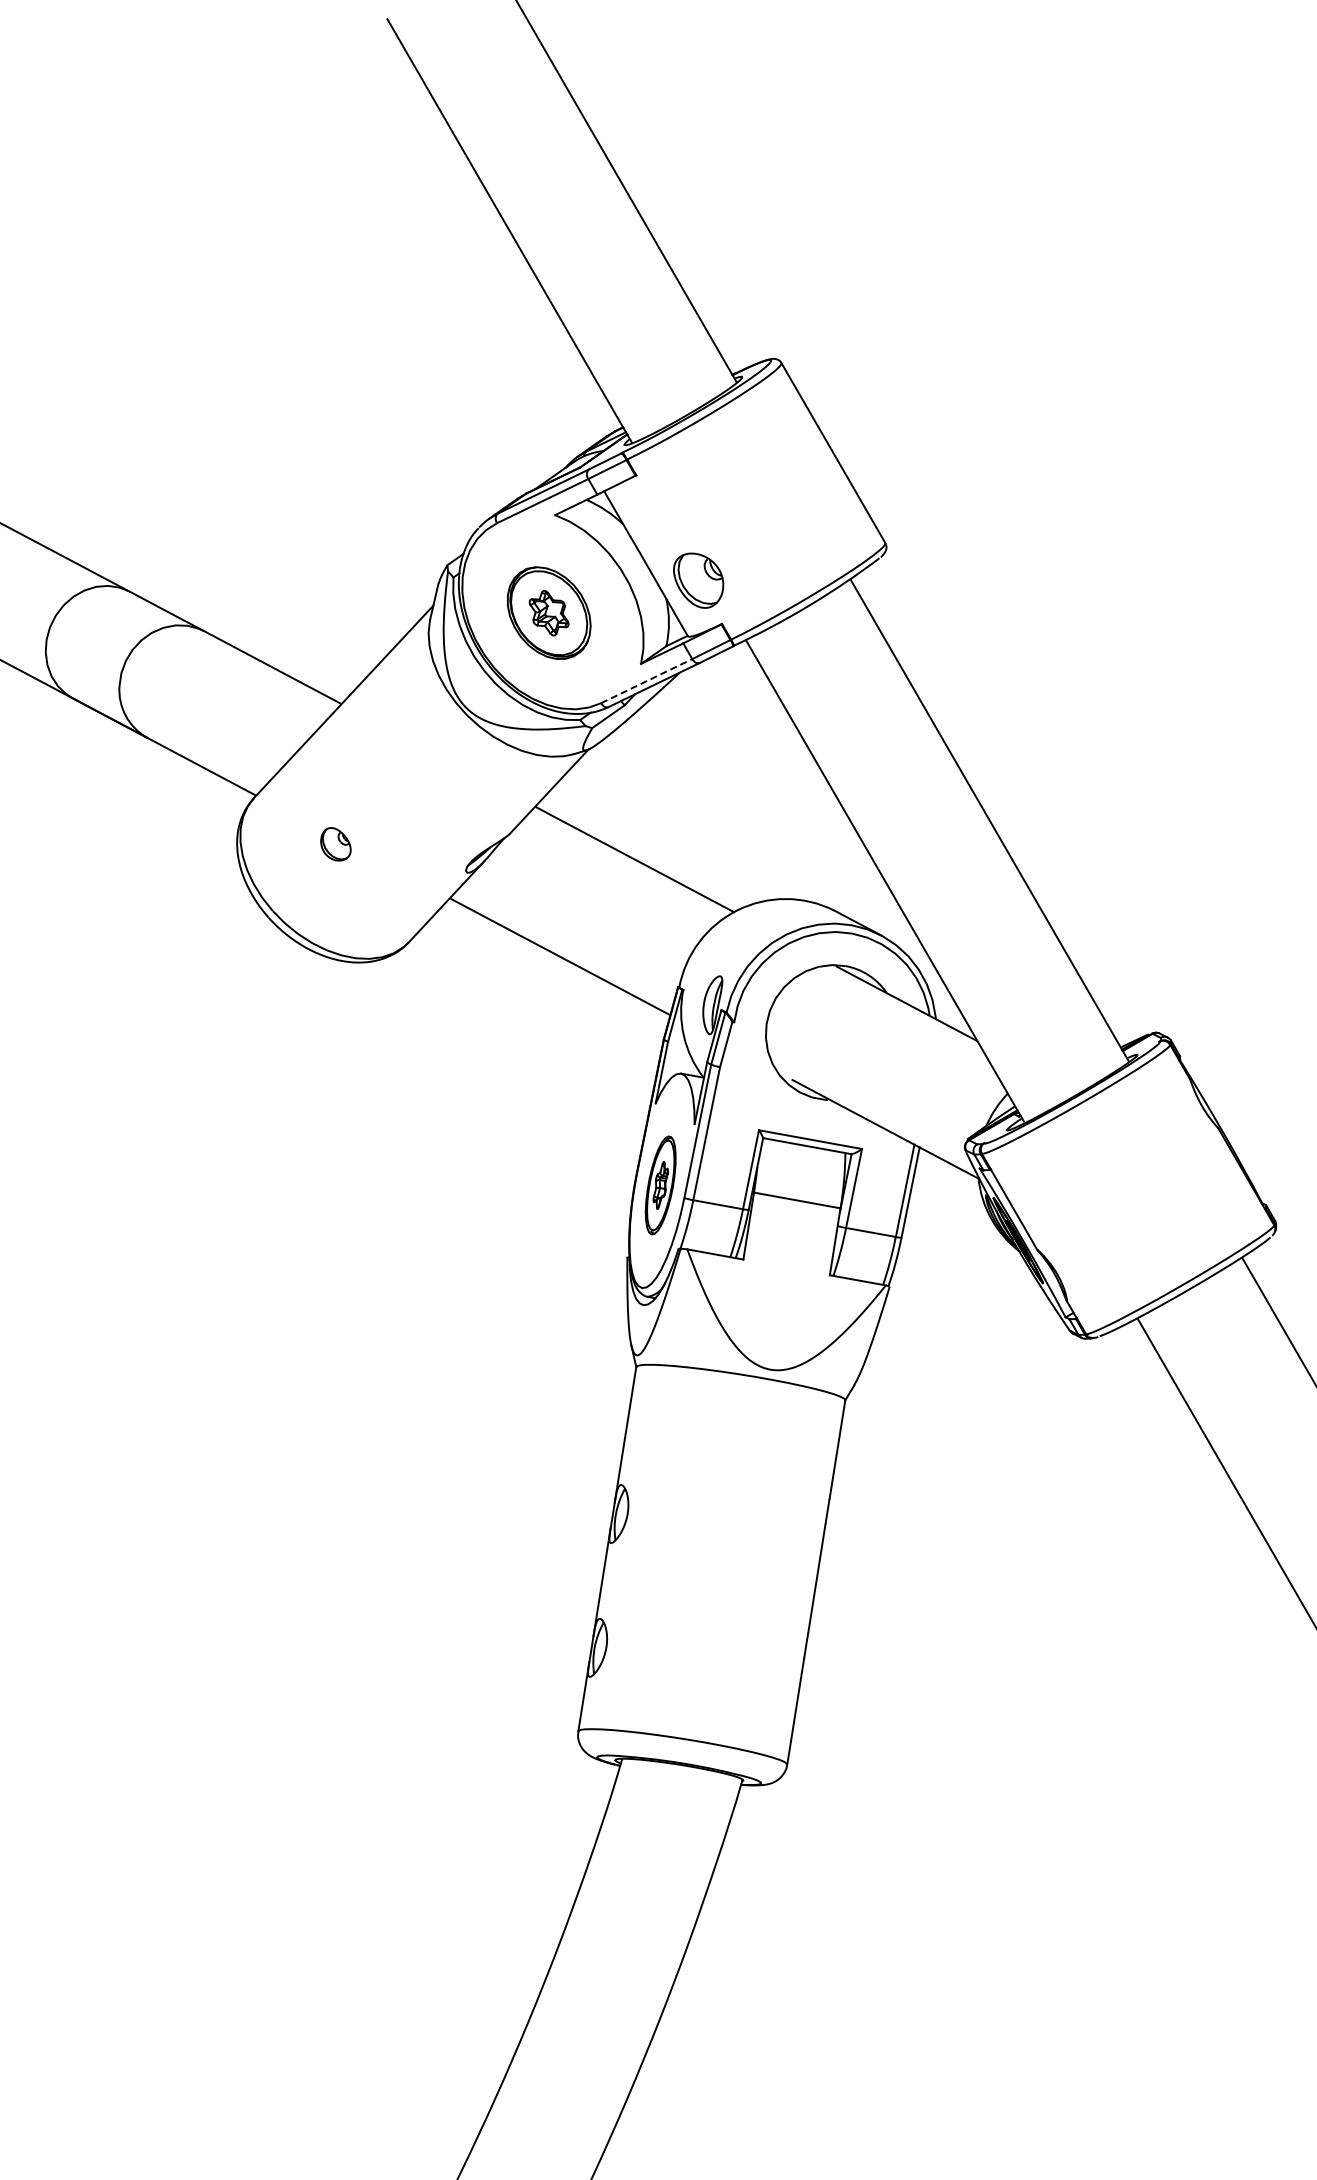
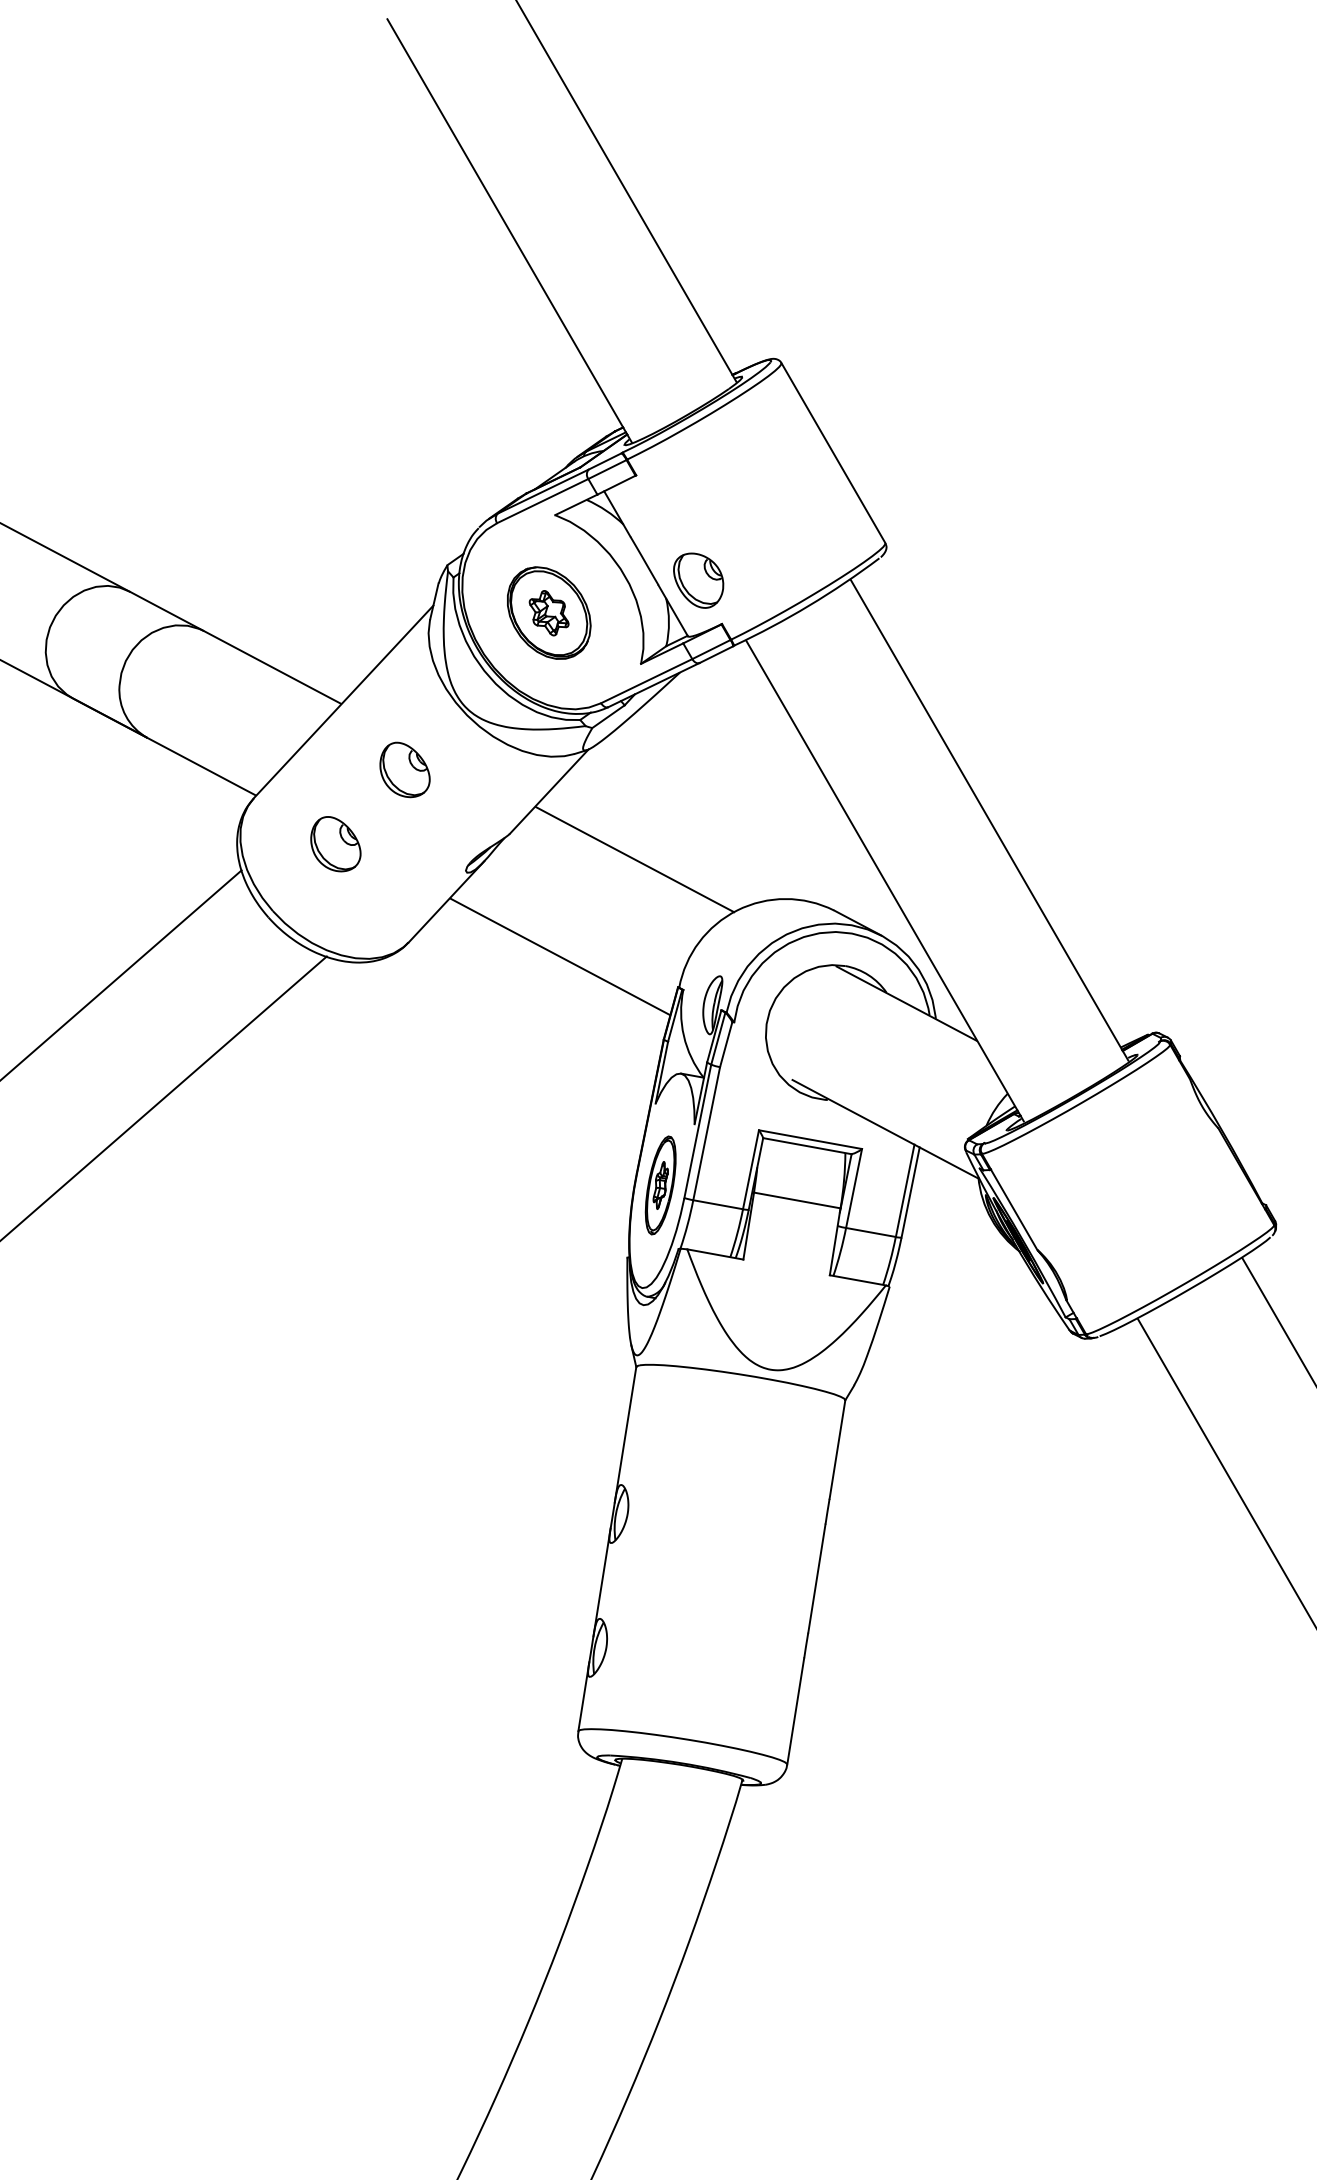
line at (646, 681): dashed -> solid
part at (404, 769): none -> present
part at (335, 844) size: 32x35 px -> 52x57 px
line at (121, 974): none -> present
line at (164, 1097): none -> present
